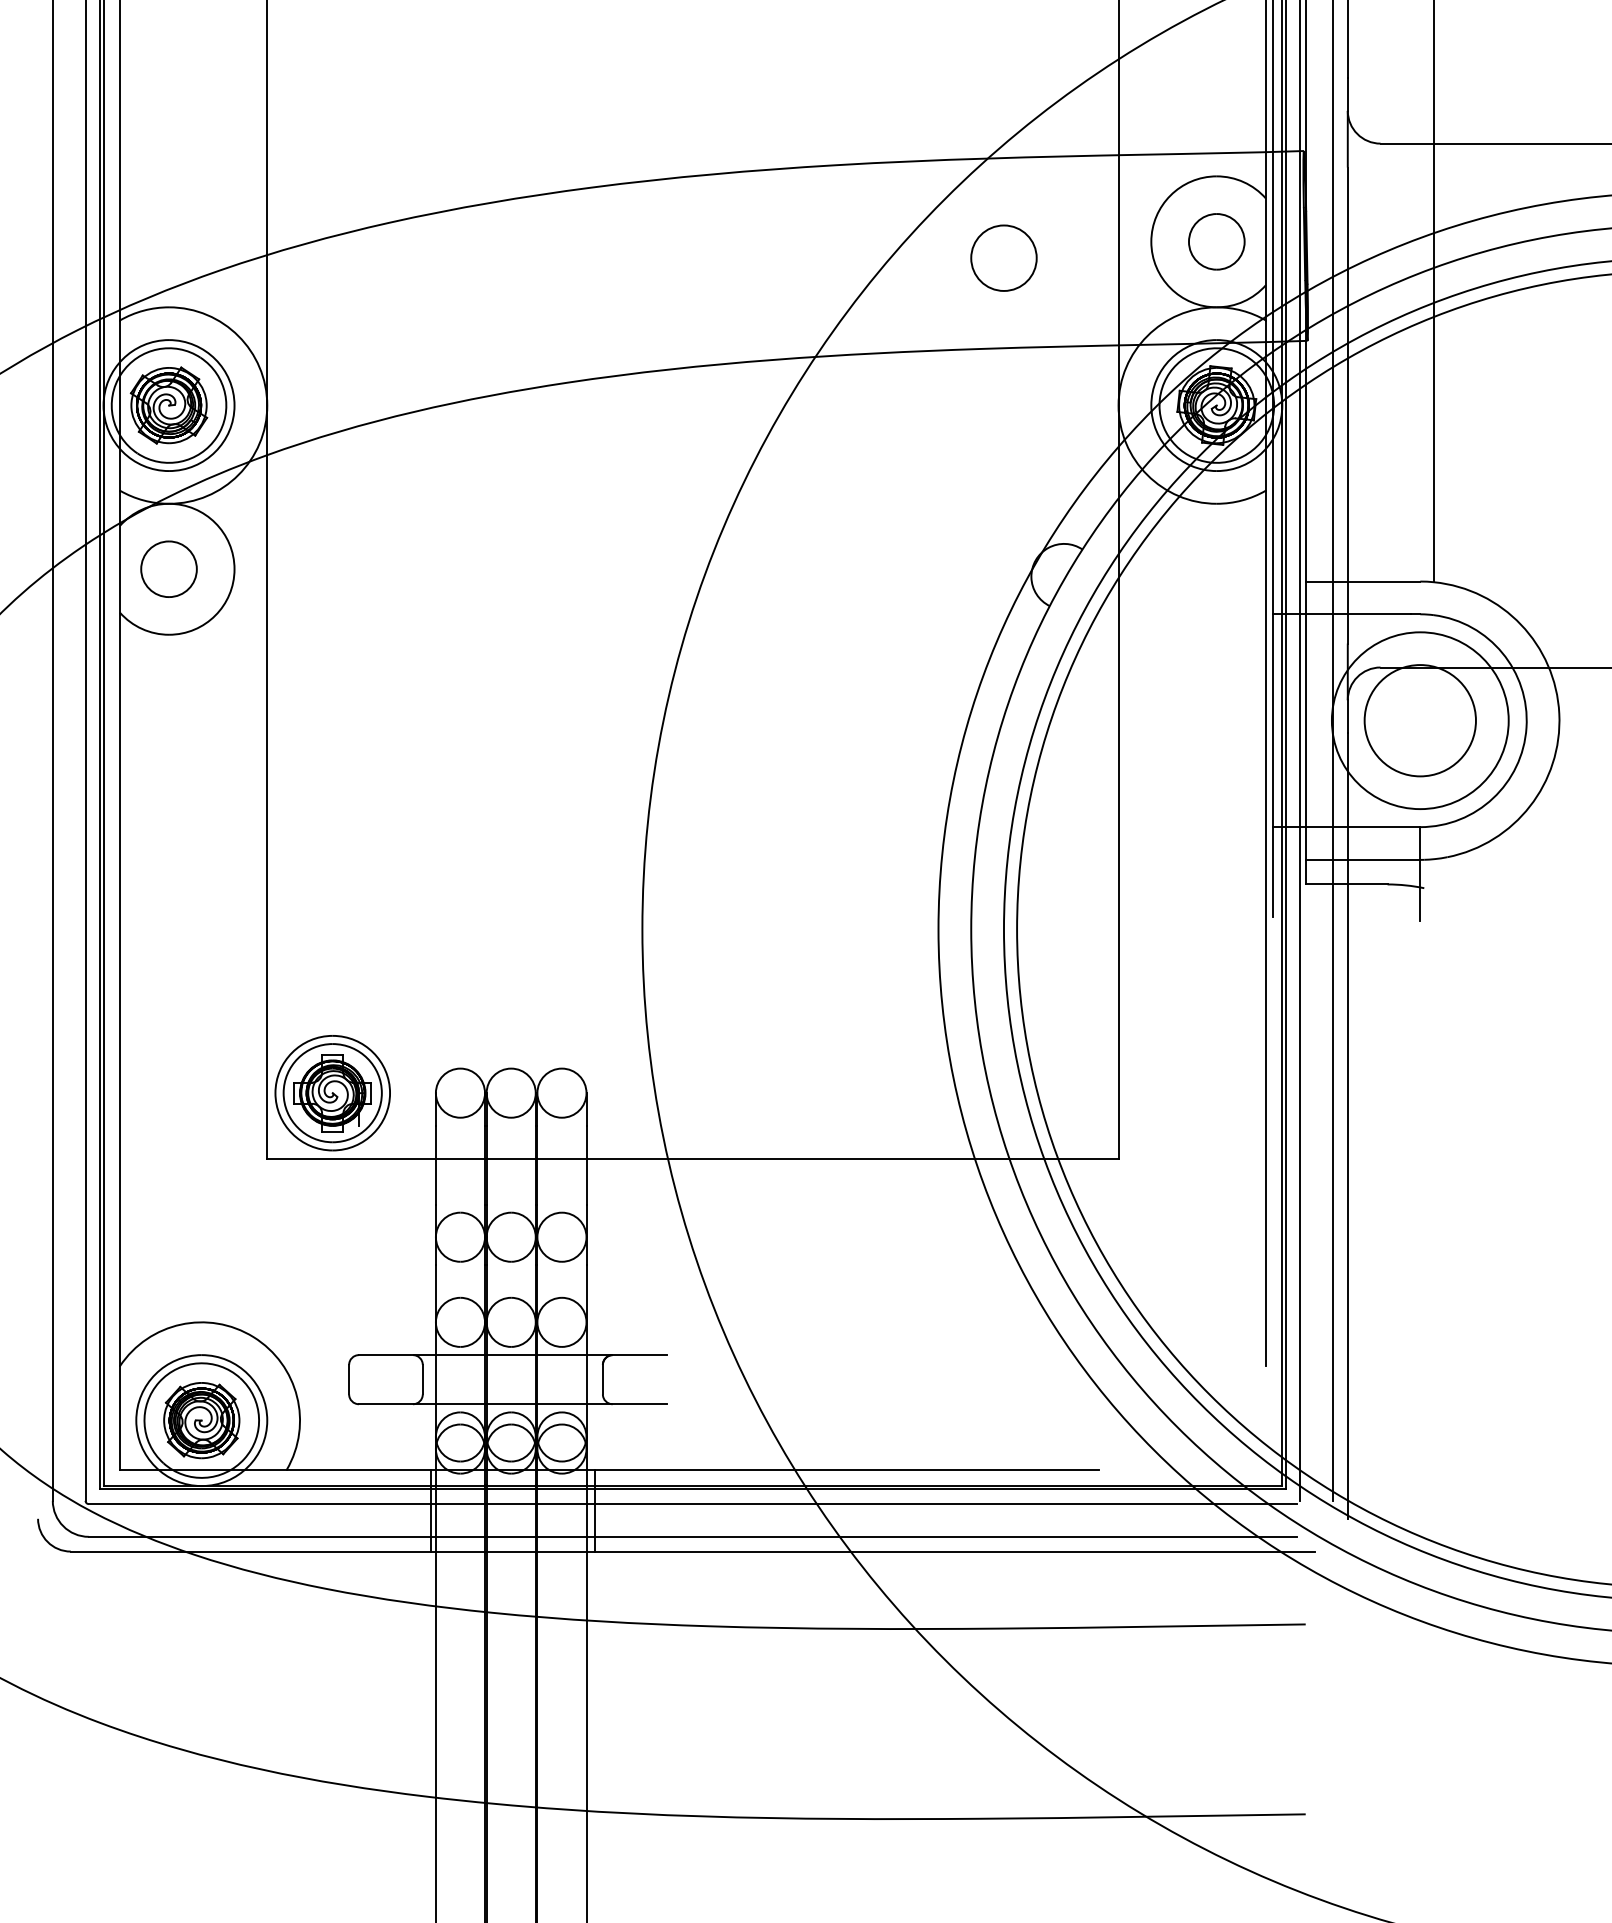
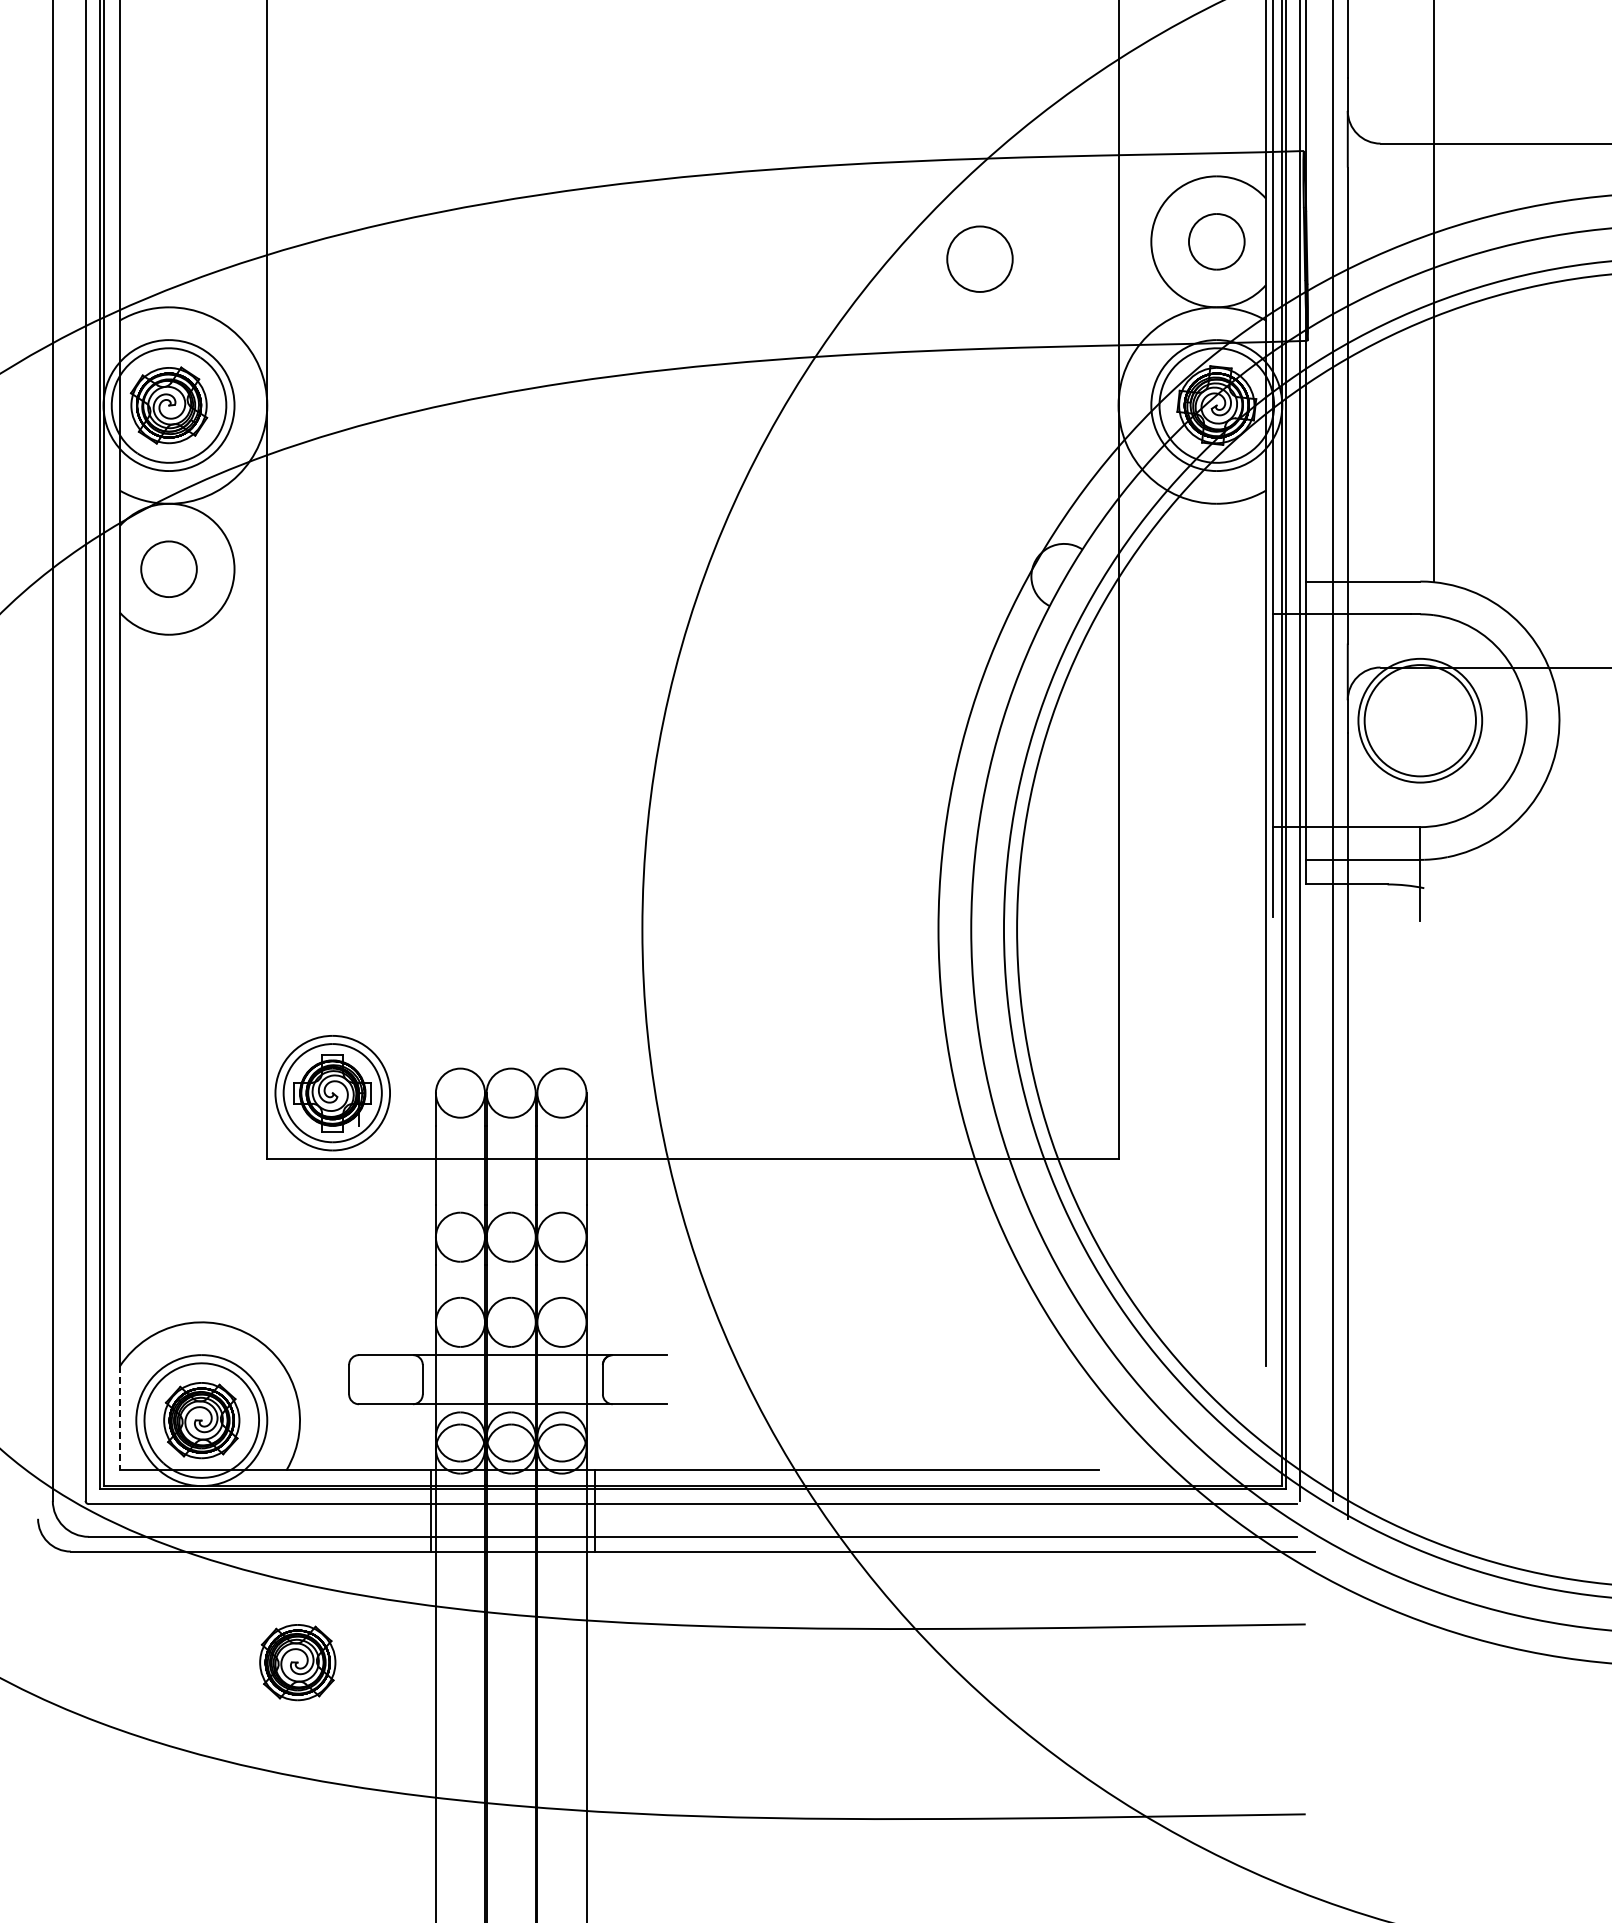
circle at (1003, 257) position: (1003, 257) -> (979, 258)
circle at (1419, 720) diameter: 177 px -> 124 px
line at (119, 1418): solid -> dashed
part at (297, 1662): none -> present
